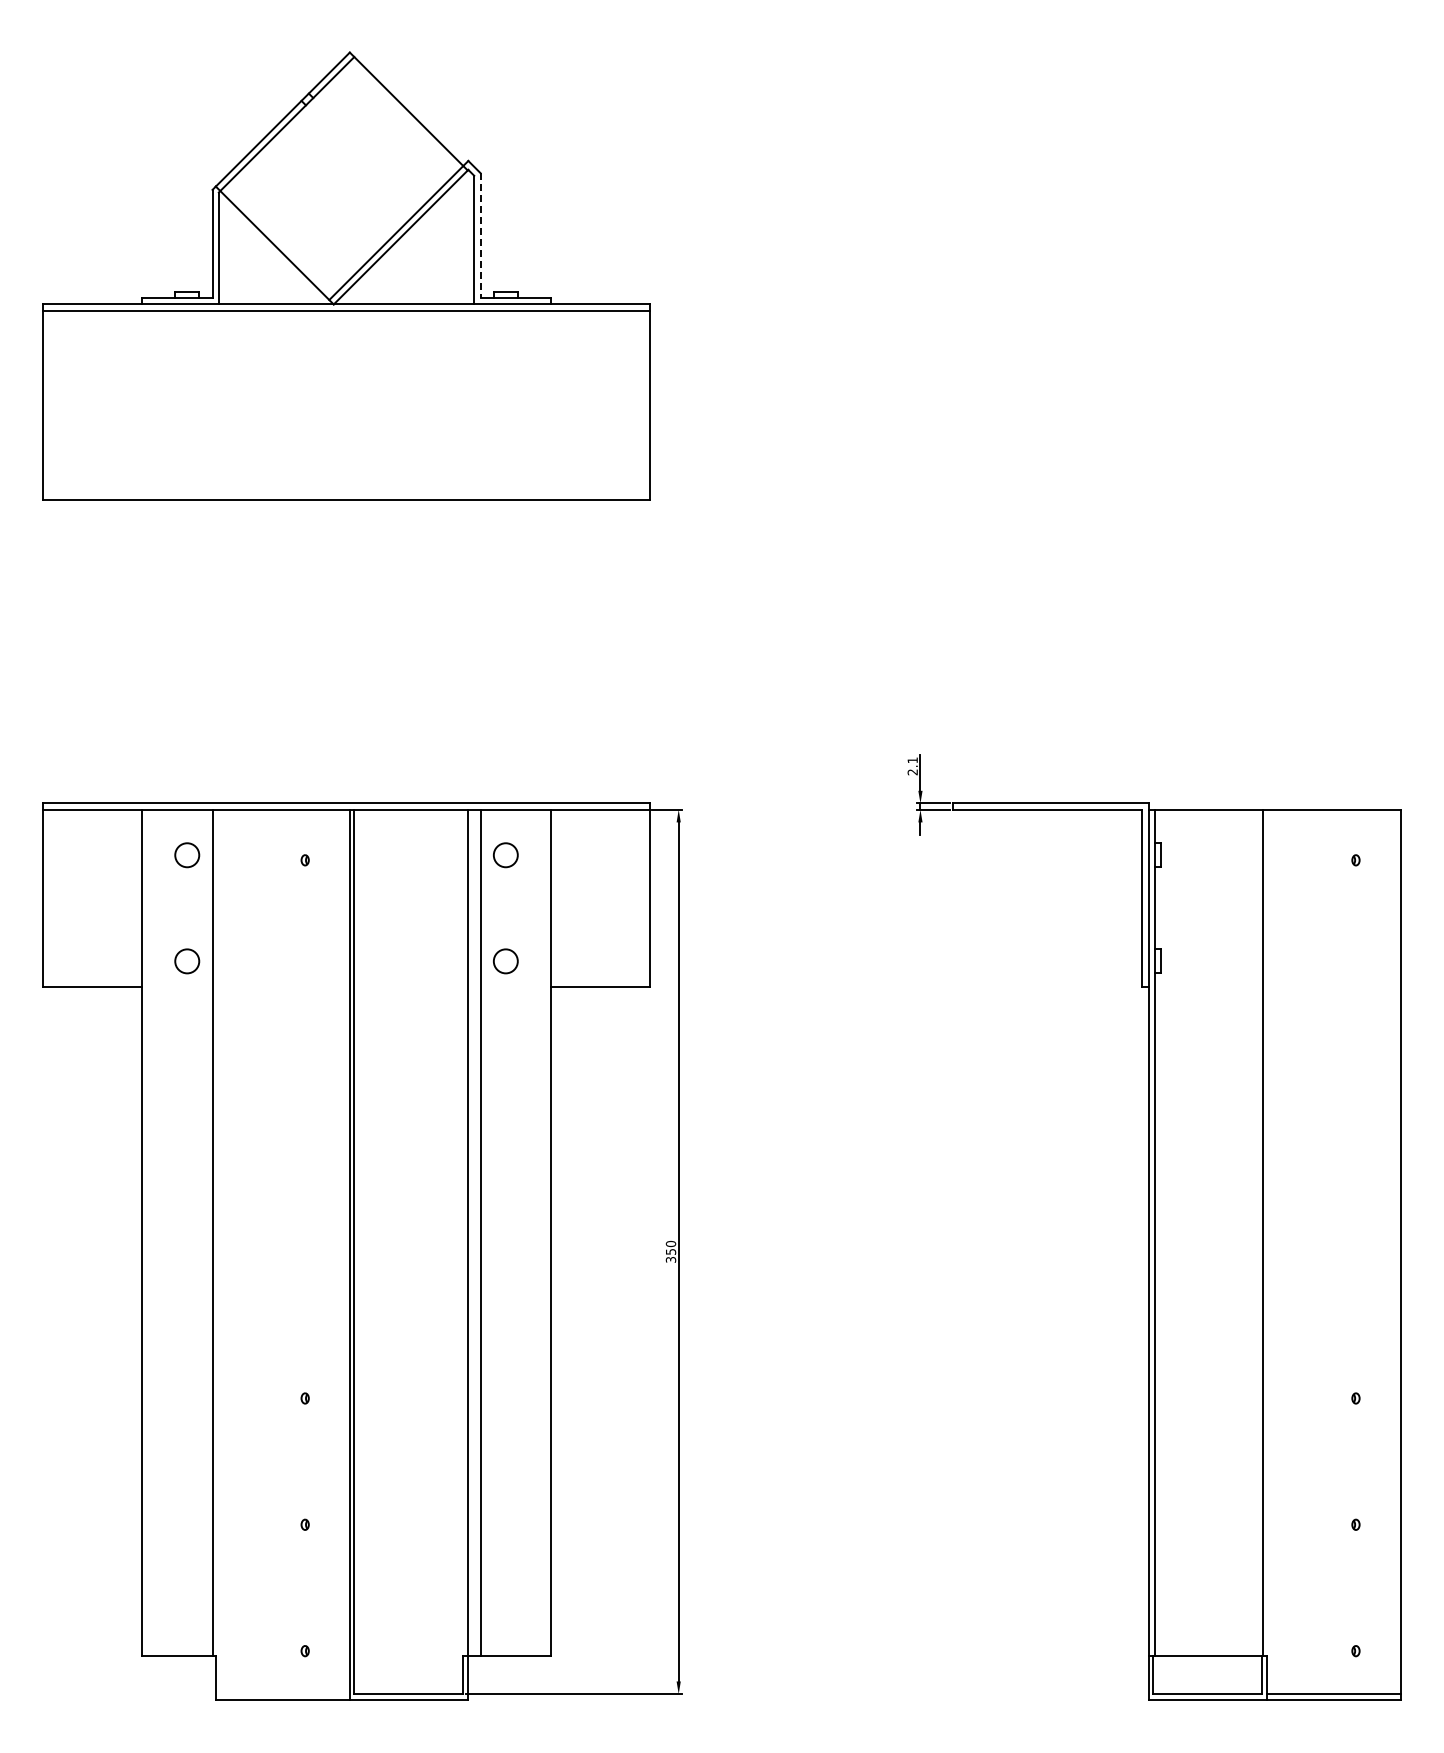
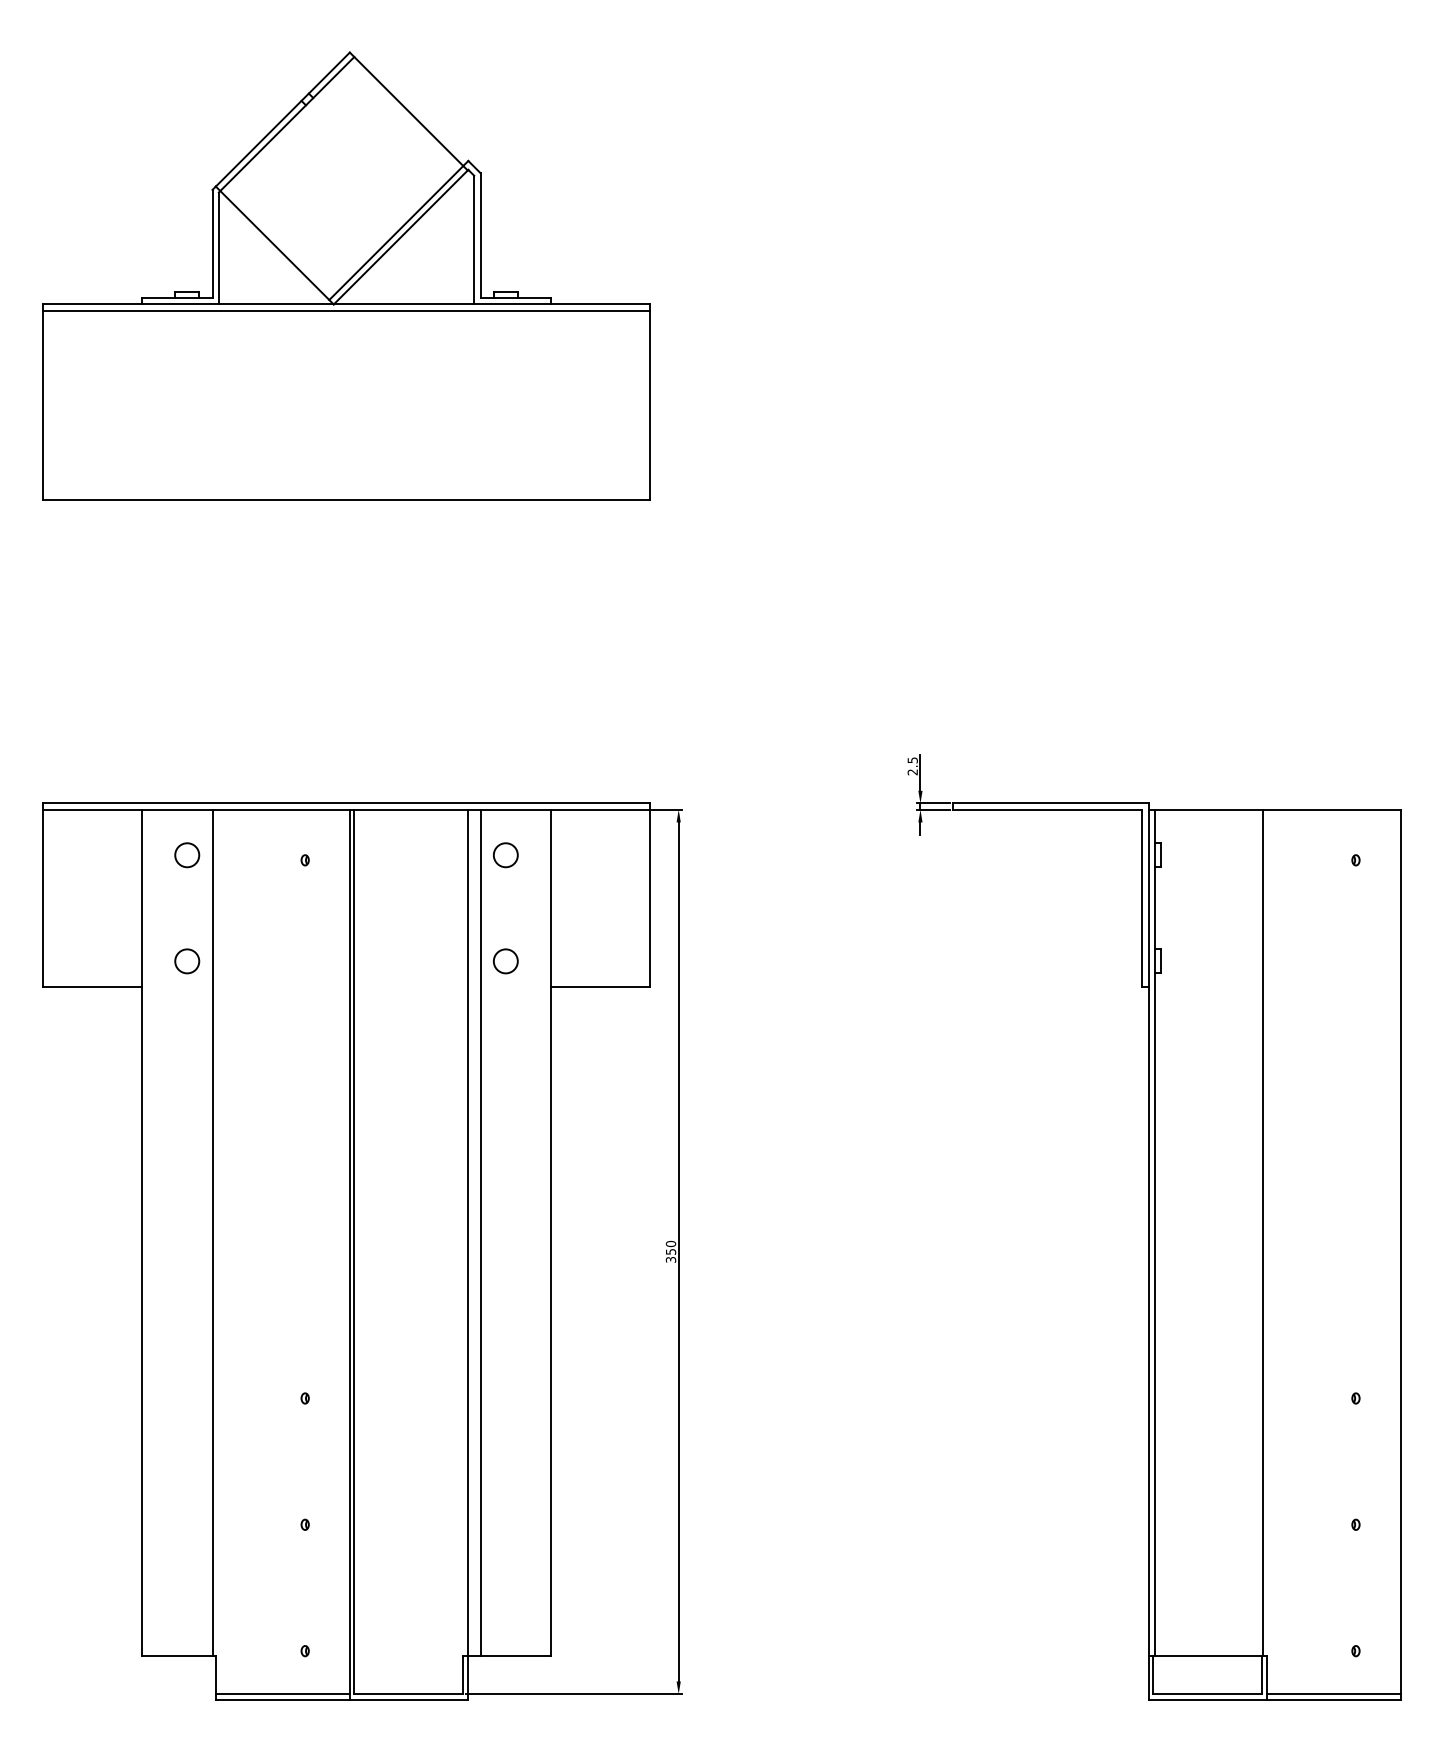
line at (480, 236): dashed -> solid
text at (912, 760): 2.1 -> 2.5
line at (282, 1694): none -> present
